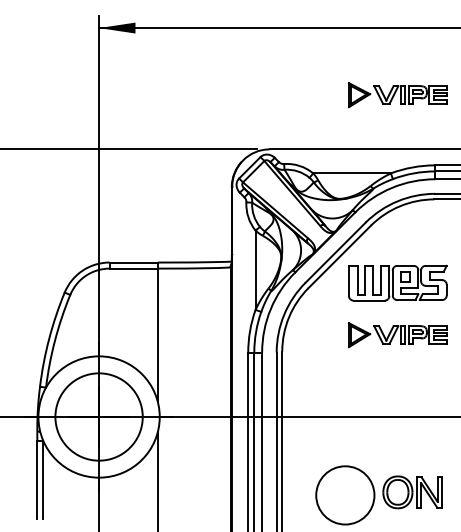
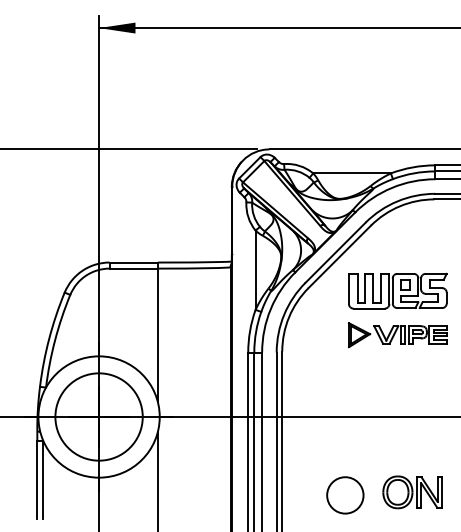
part at (397, 95): present -> none
part at (397, 282) position: (397, 282) -> (397, 290)
circle at (345, 495) diameter: 58 px -> 36 px
